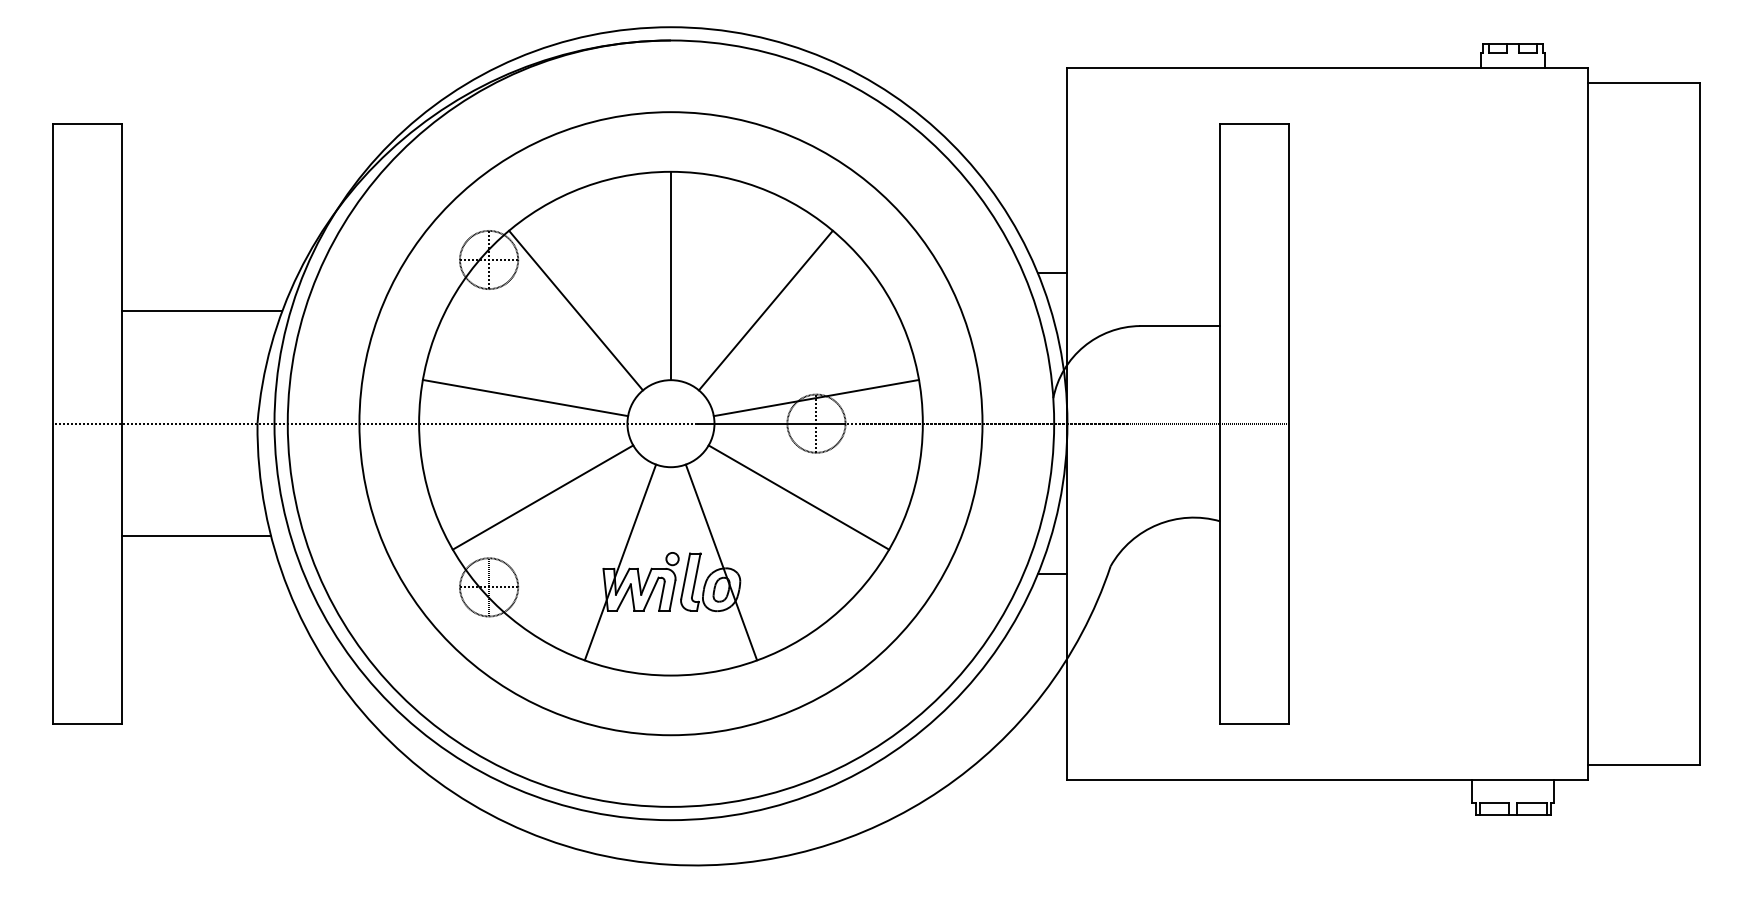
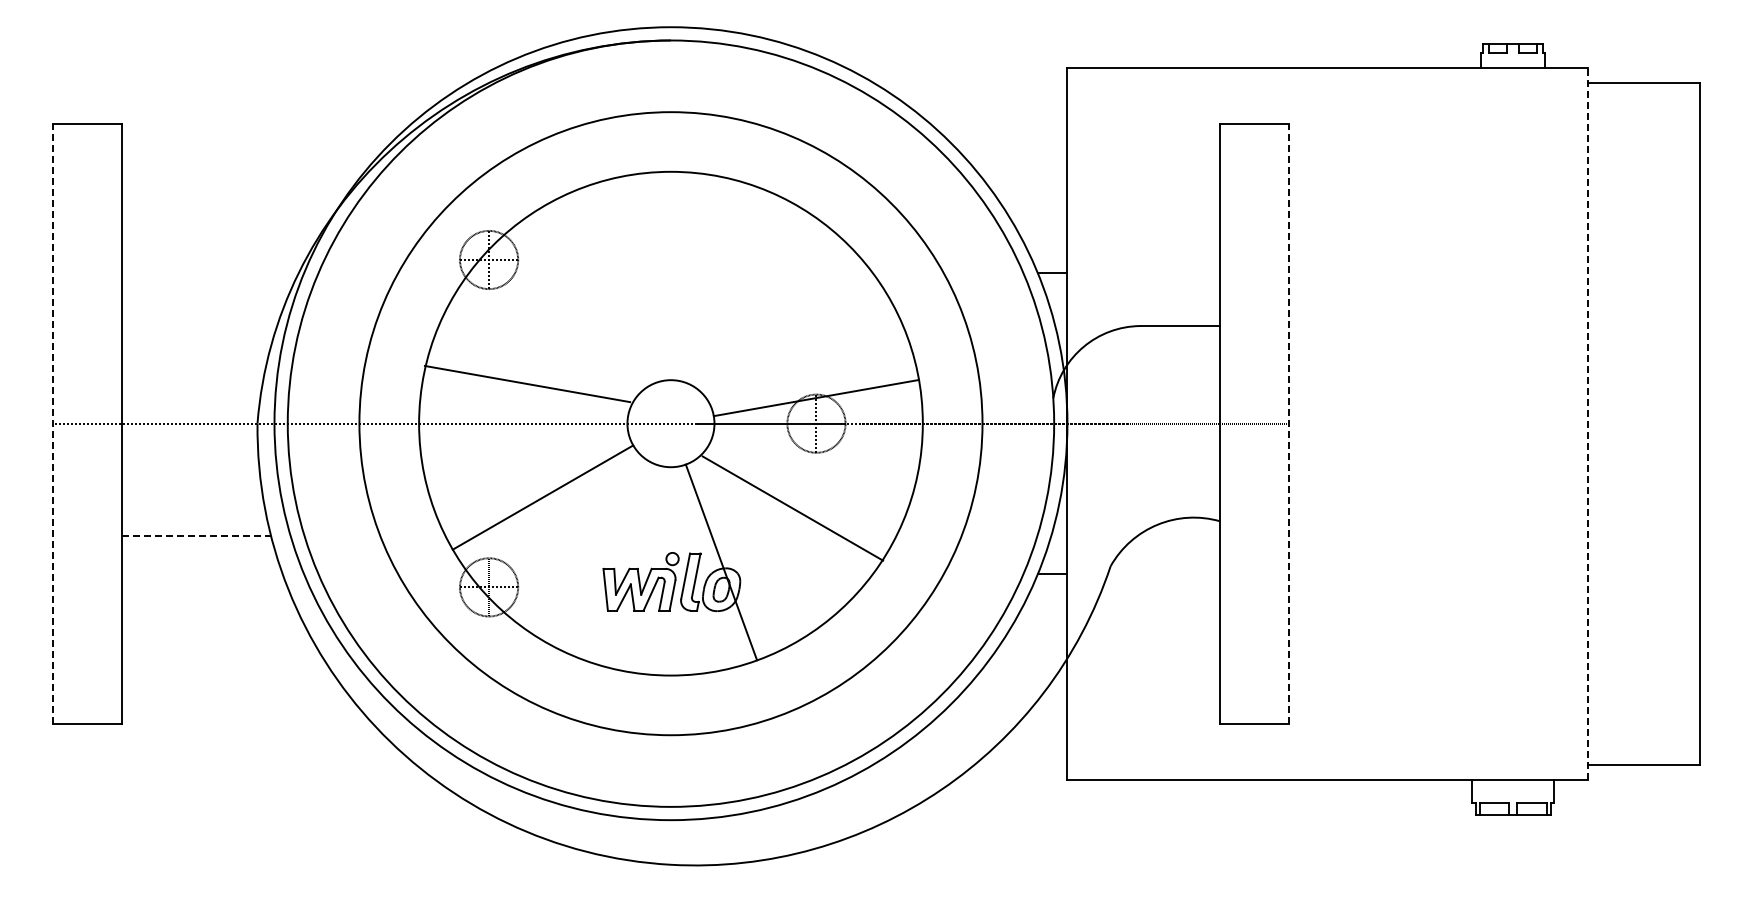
line at (670, 275): present -> none
line at (576, 310): present -> none
line at (765, 310): present -> none
line at (201, 311): present -> none
line at (525, 397) position: (525, 397) -> (527, 383)
line at (52, 423): solid -> dashed
line at (1289, 423): solid -> dashed
line at (1588, 423): solid -> dashed
line at (798, 497) position: (798, 497) -> (792, 508)
line at (196, 536): solid -> dashed
line at (620, 562): present -> none
